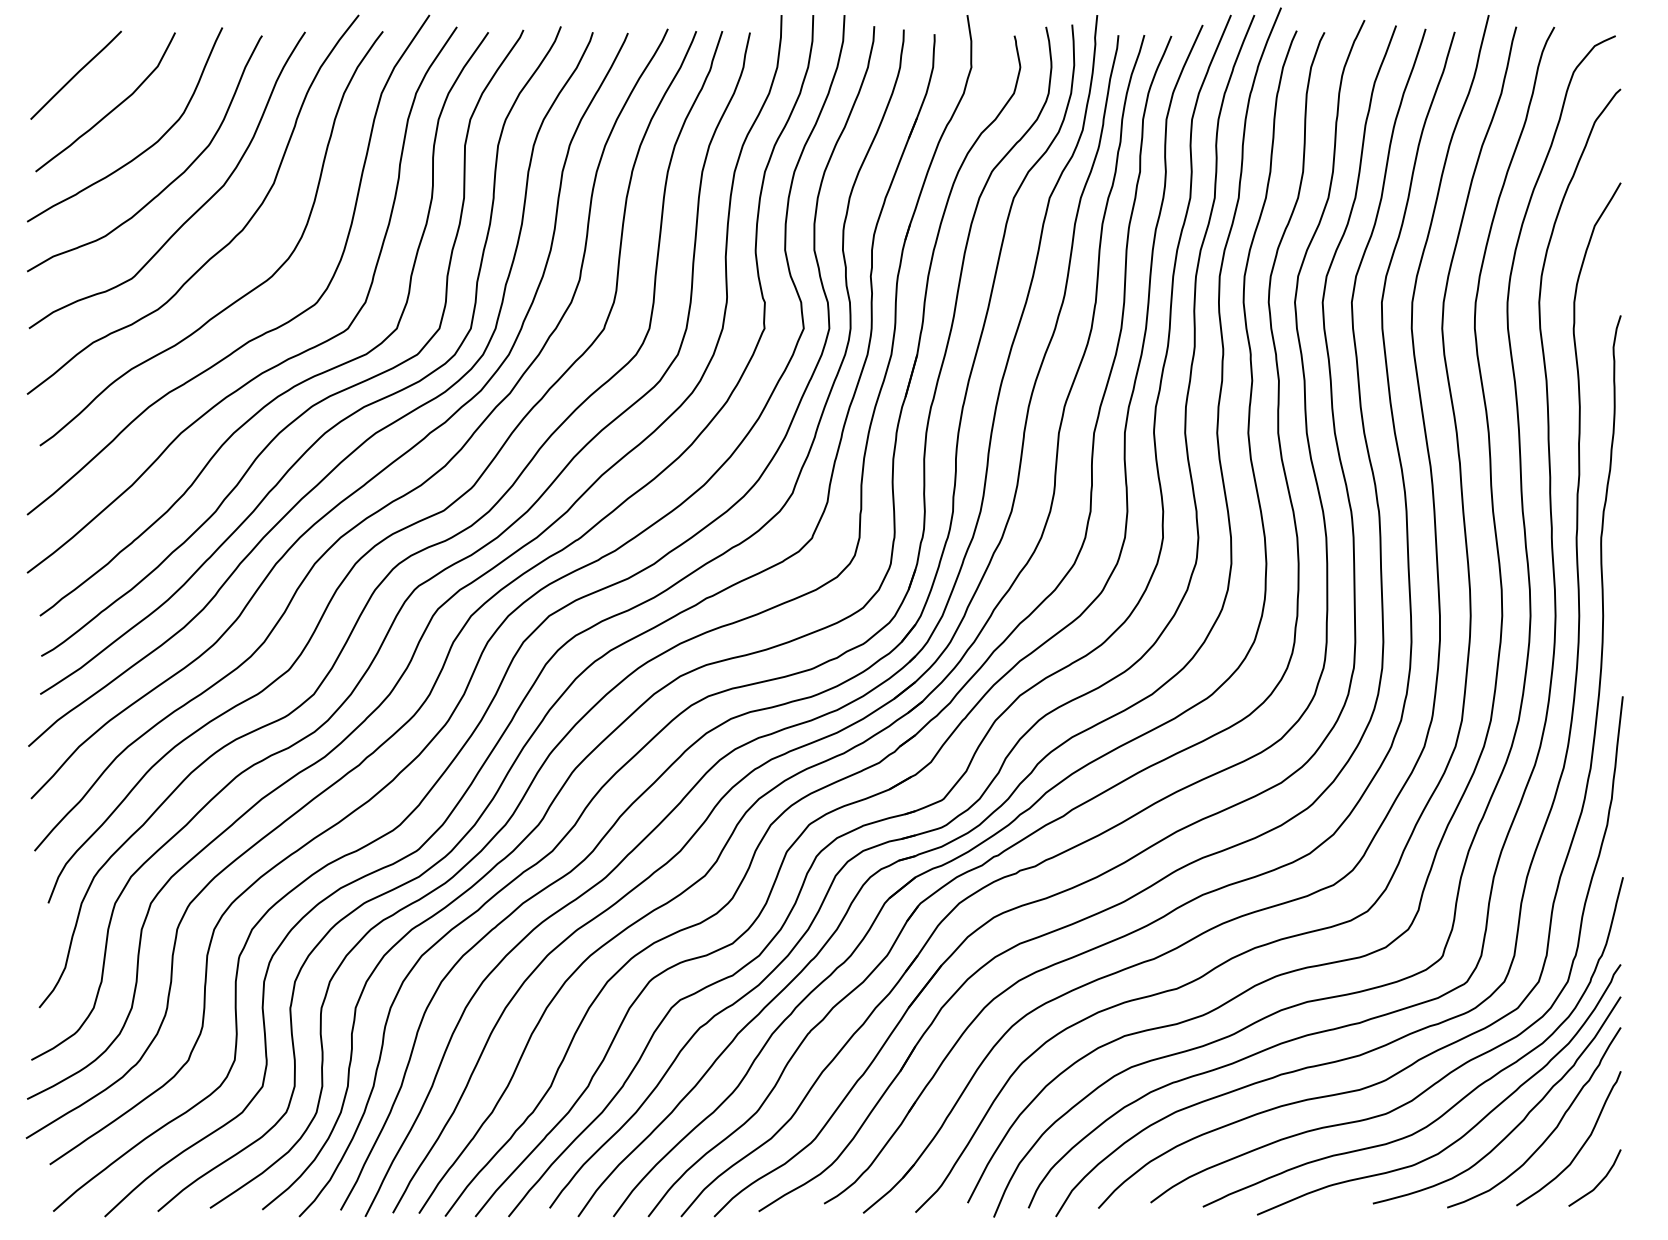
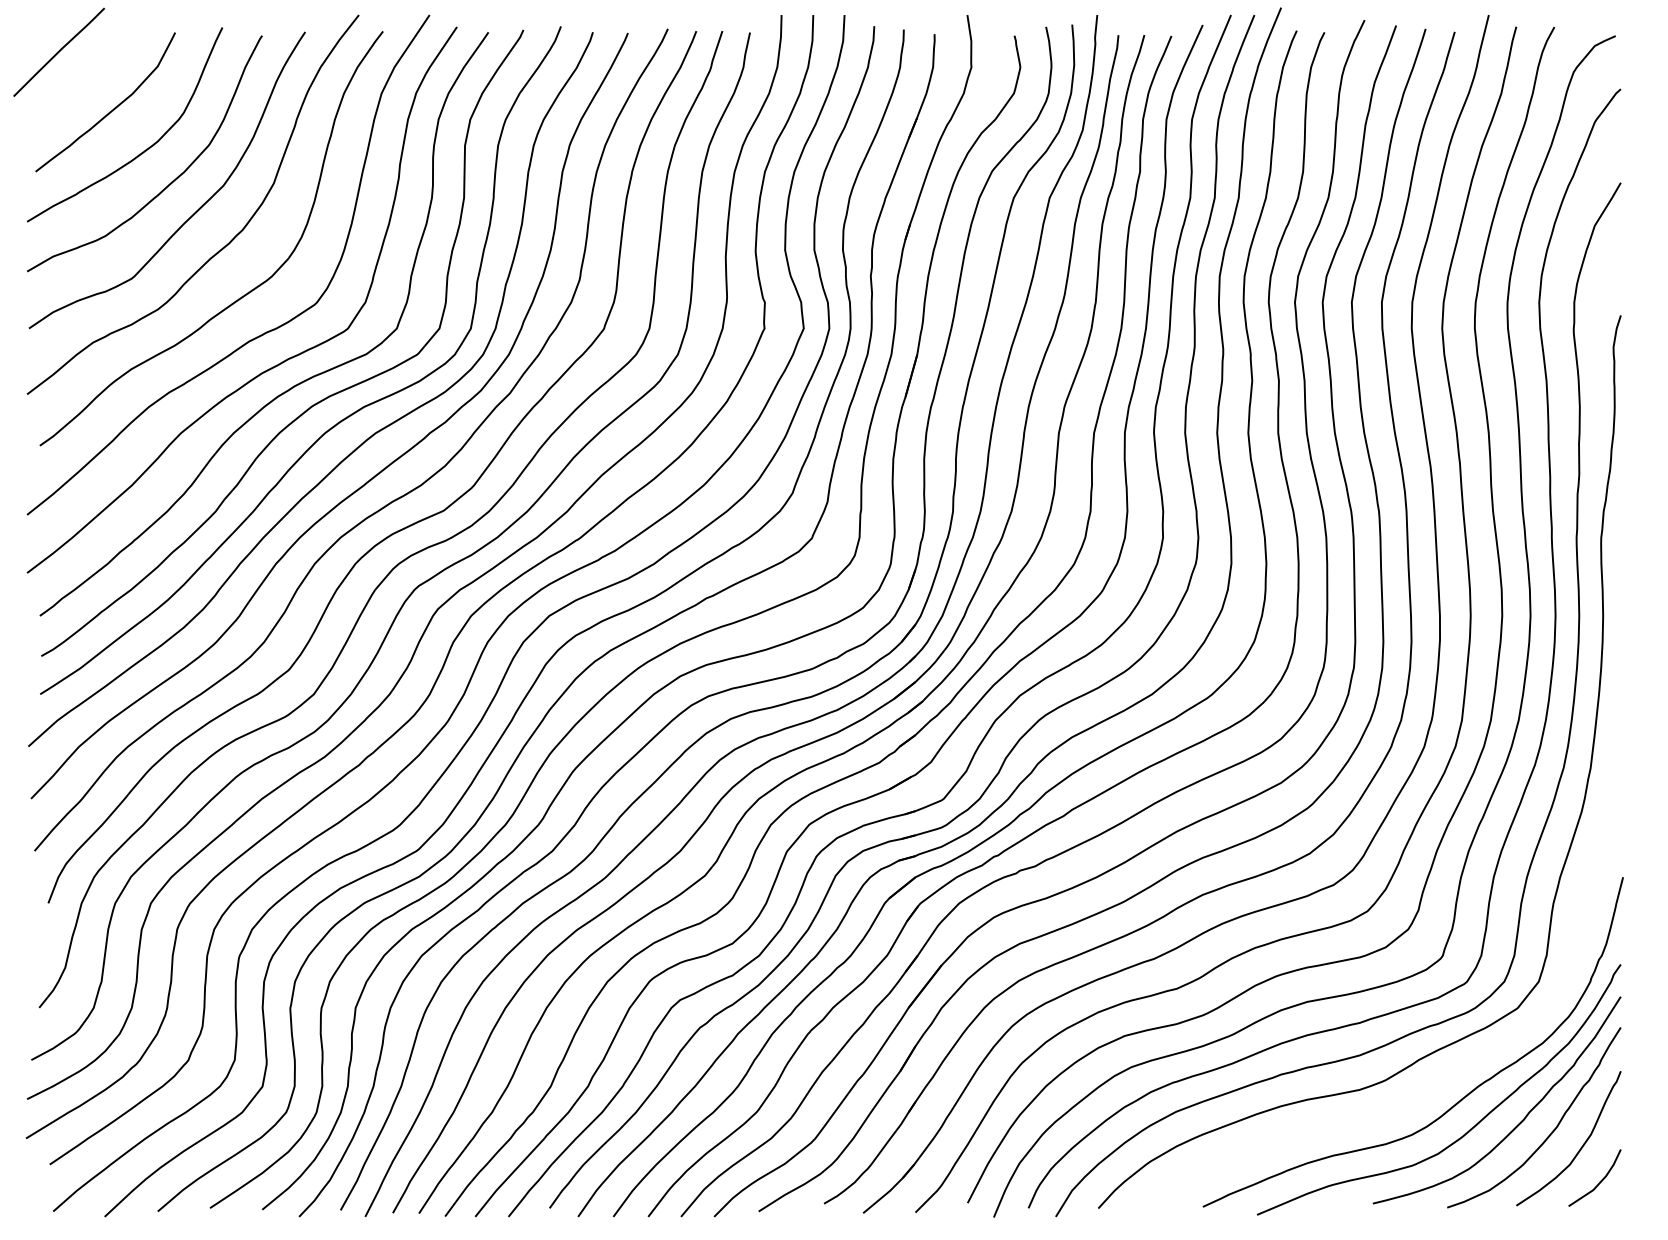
line at (75, 74) position: (75, 74) -> (58, 51)
curve at (1459, 1065): present -> none
